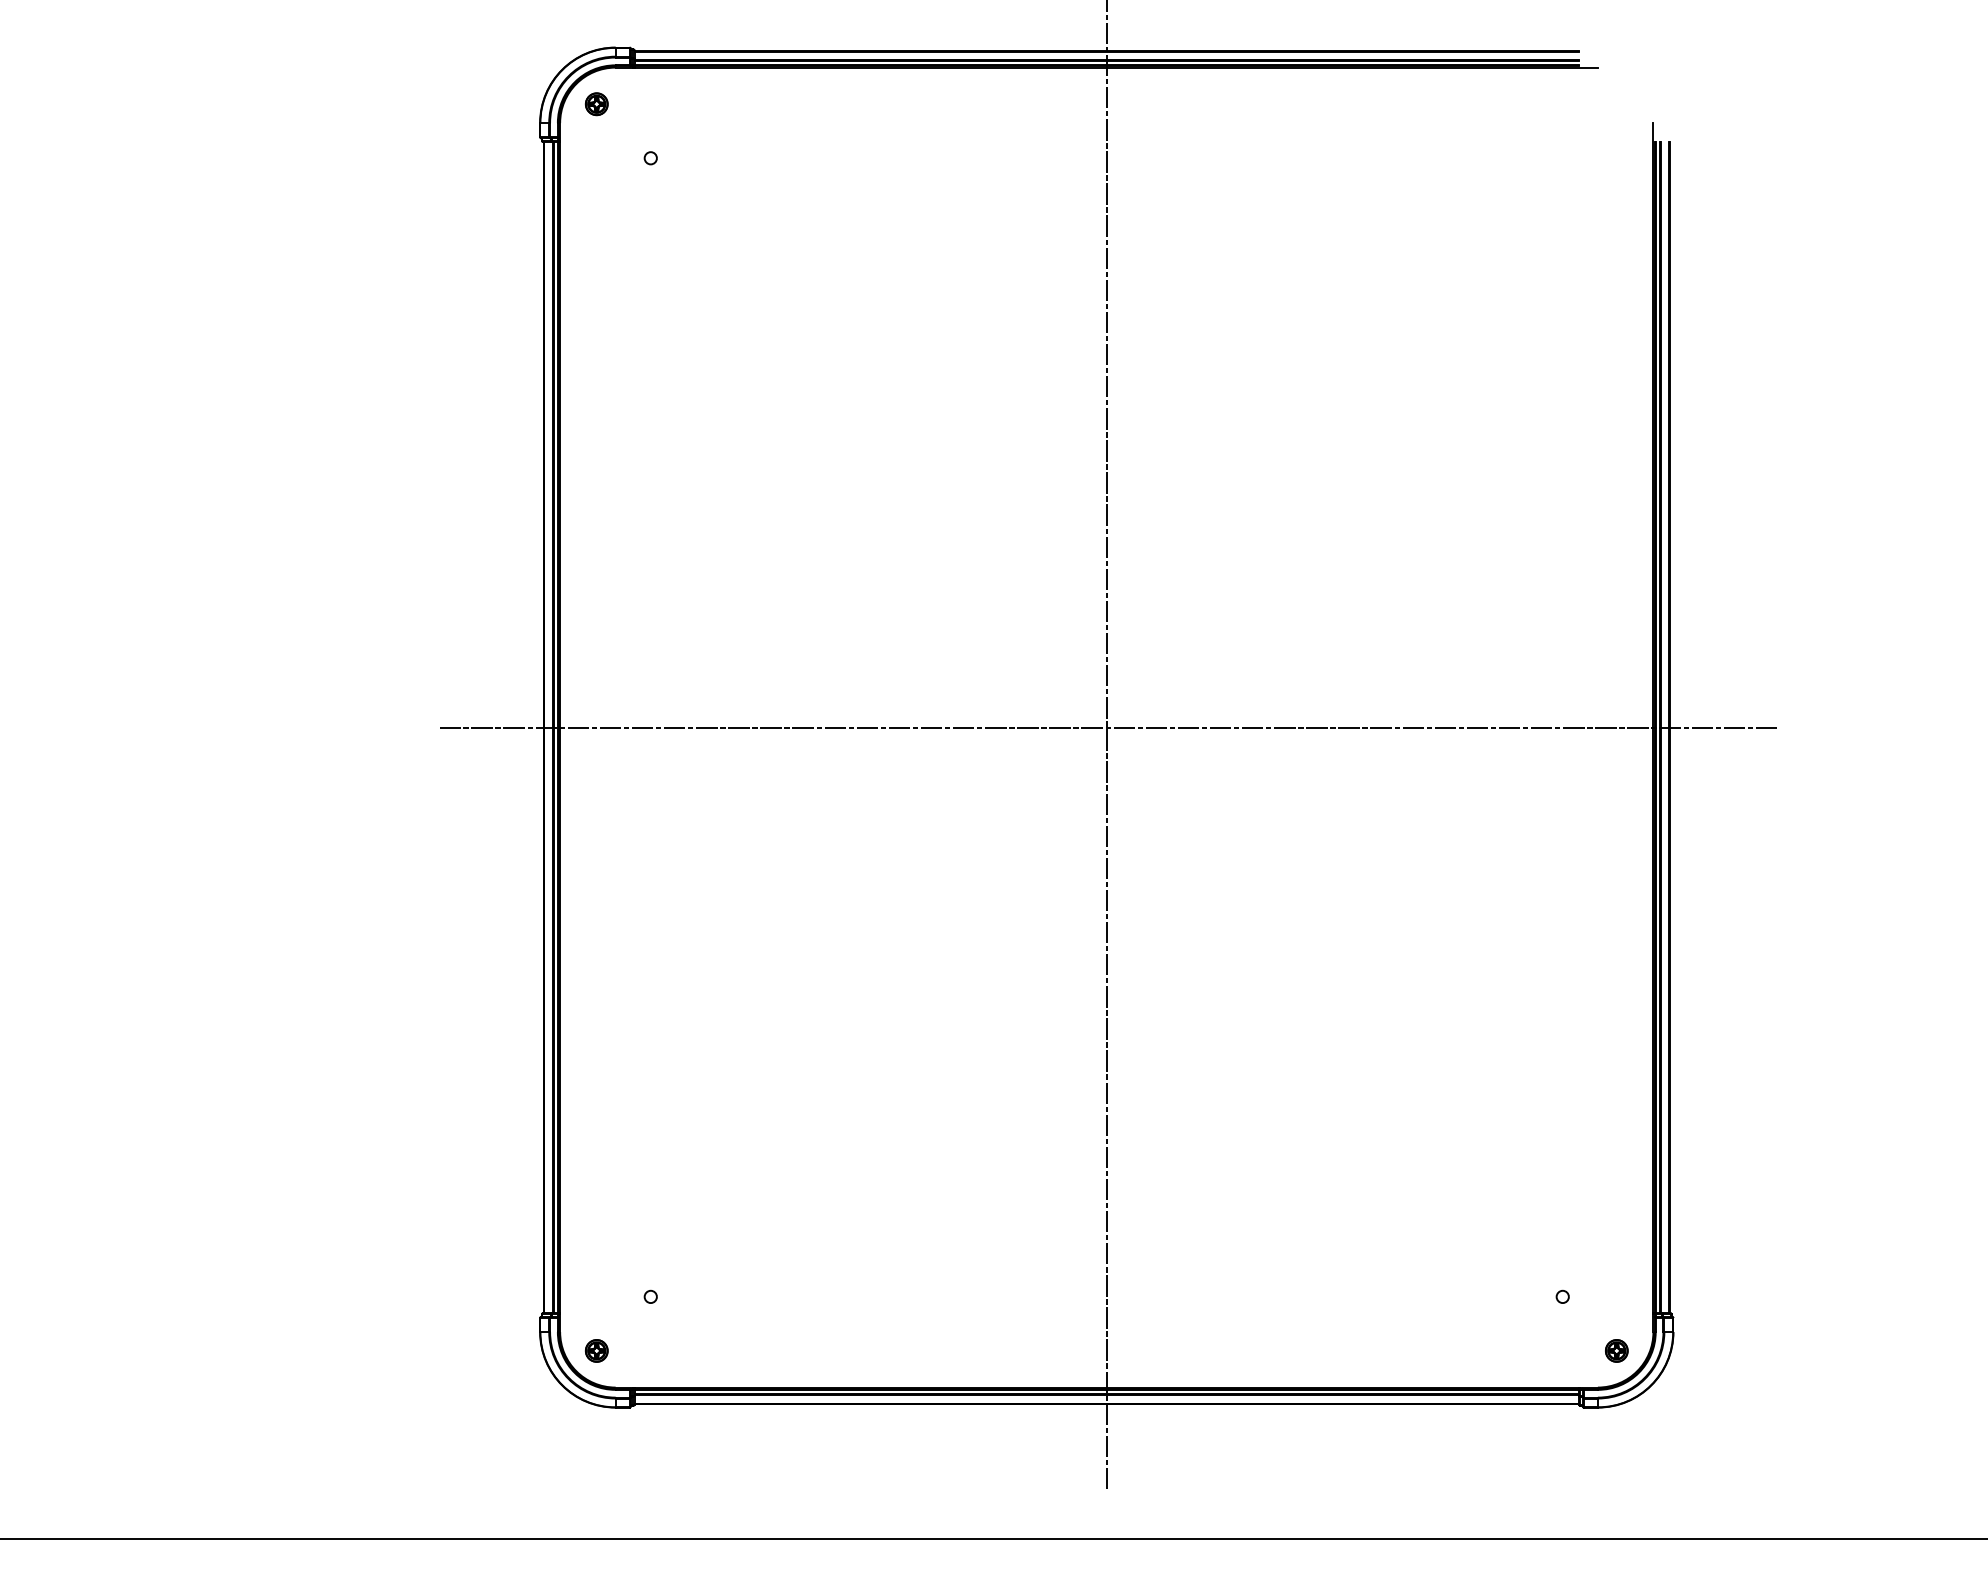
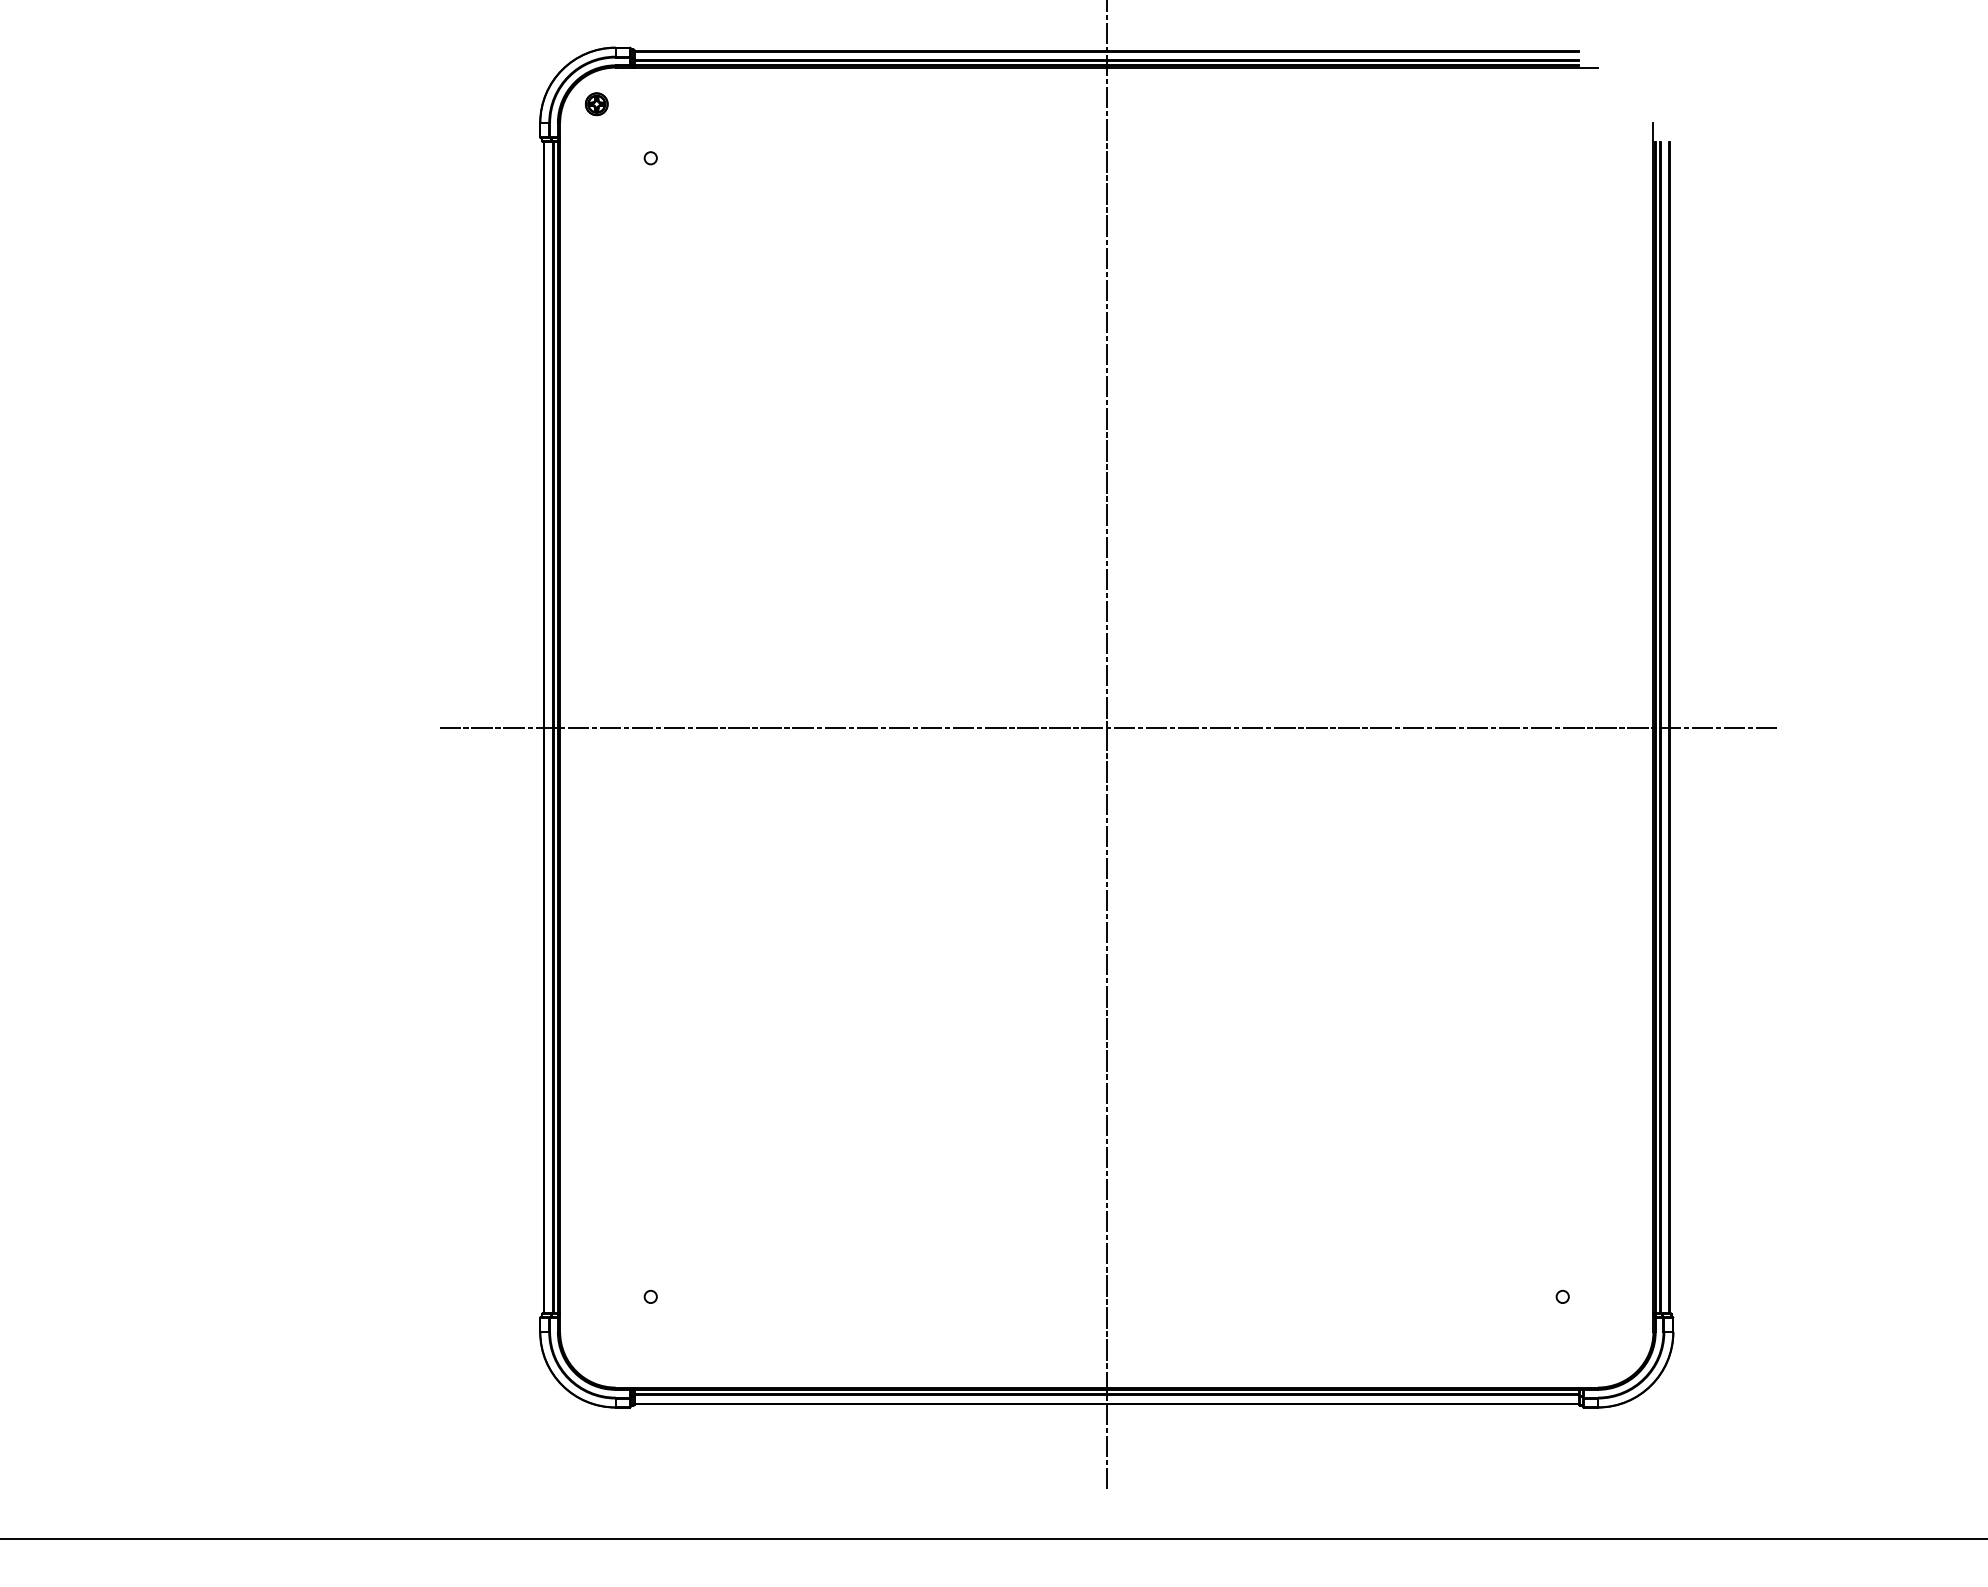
part at (596, 1350): present -> none
part at (1616, 1350): present -> none
